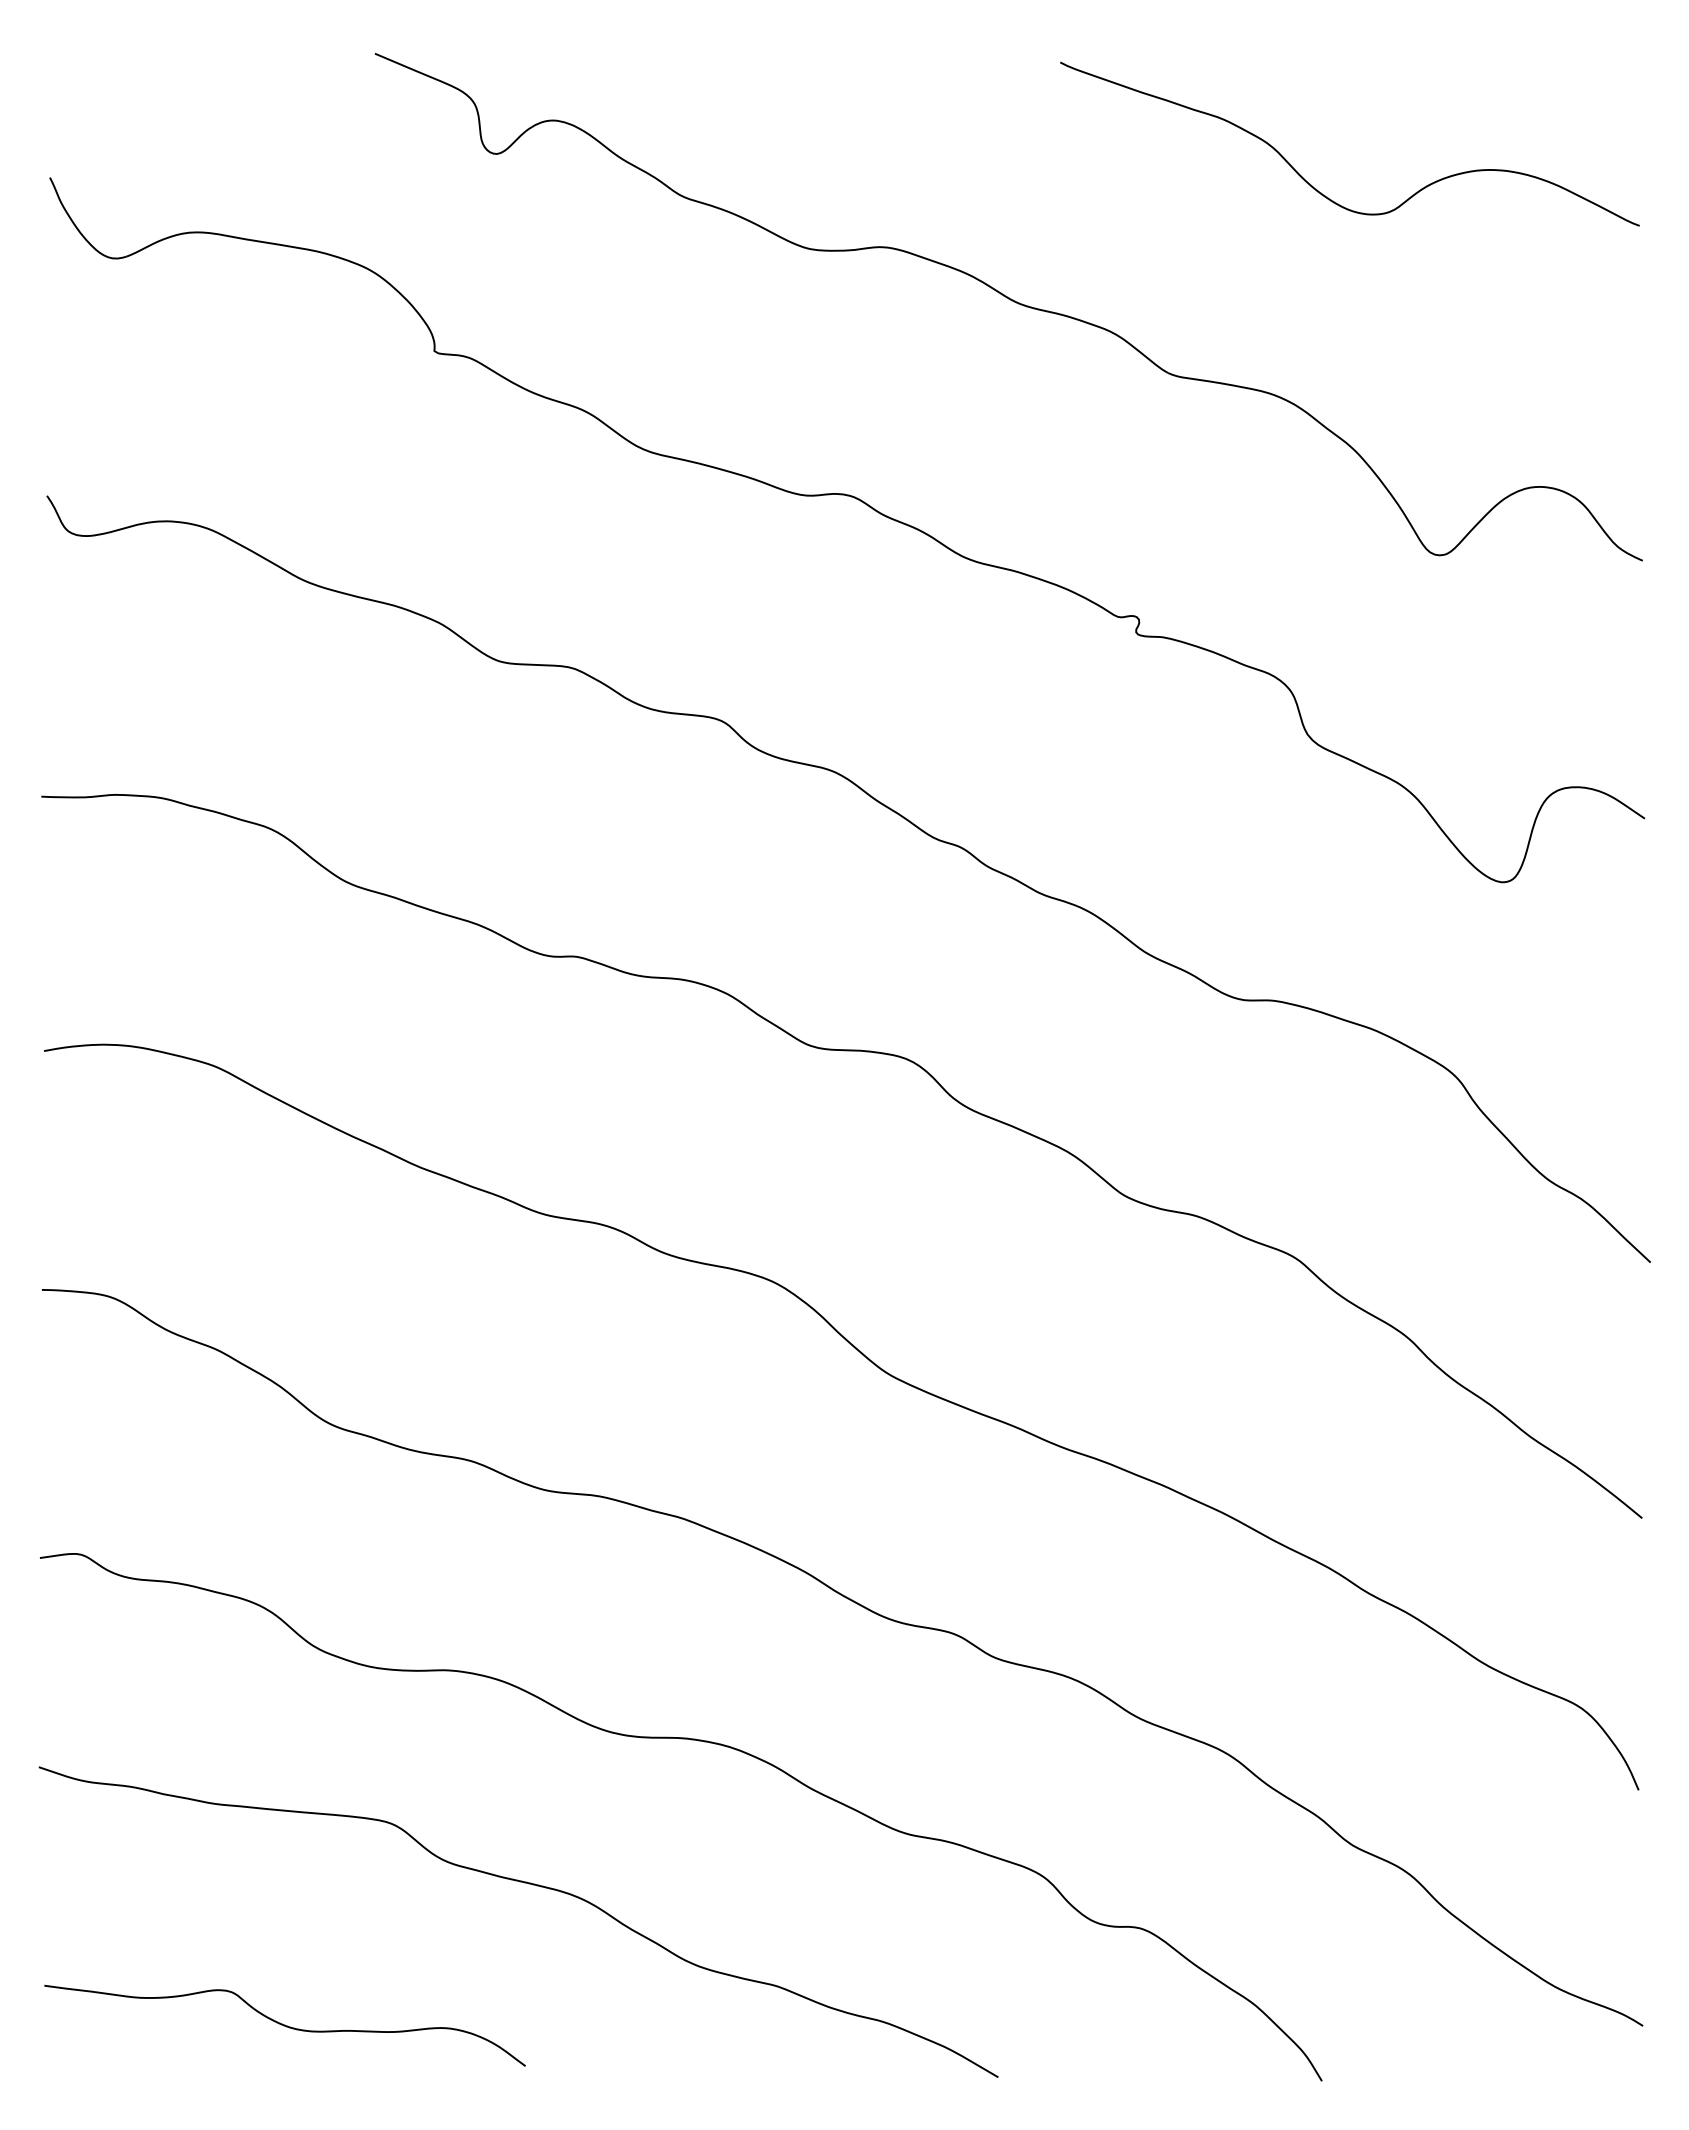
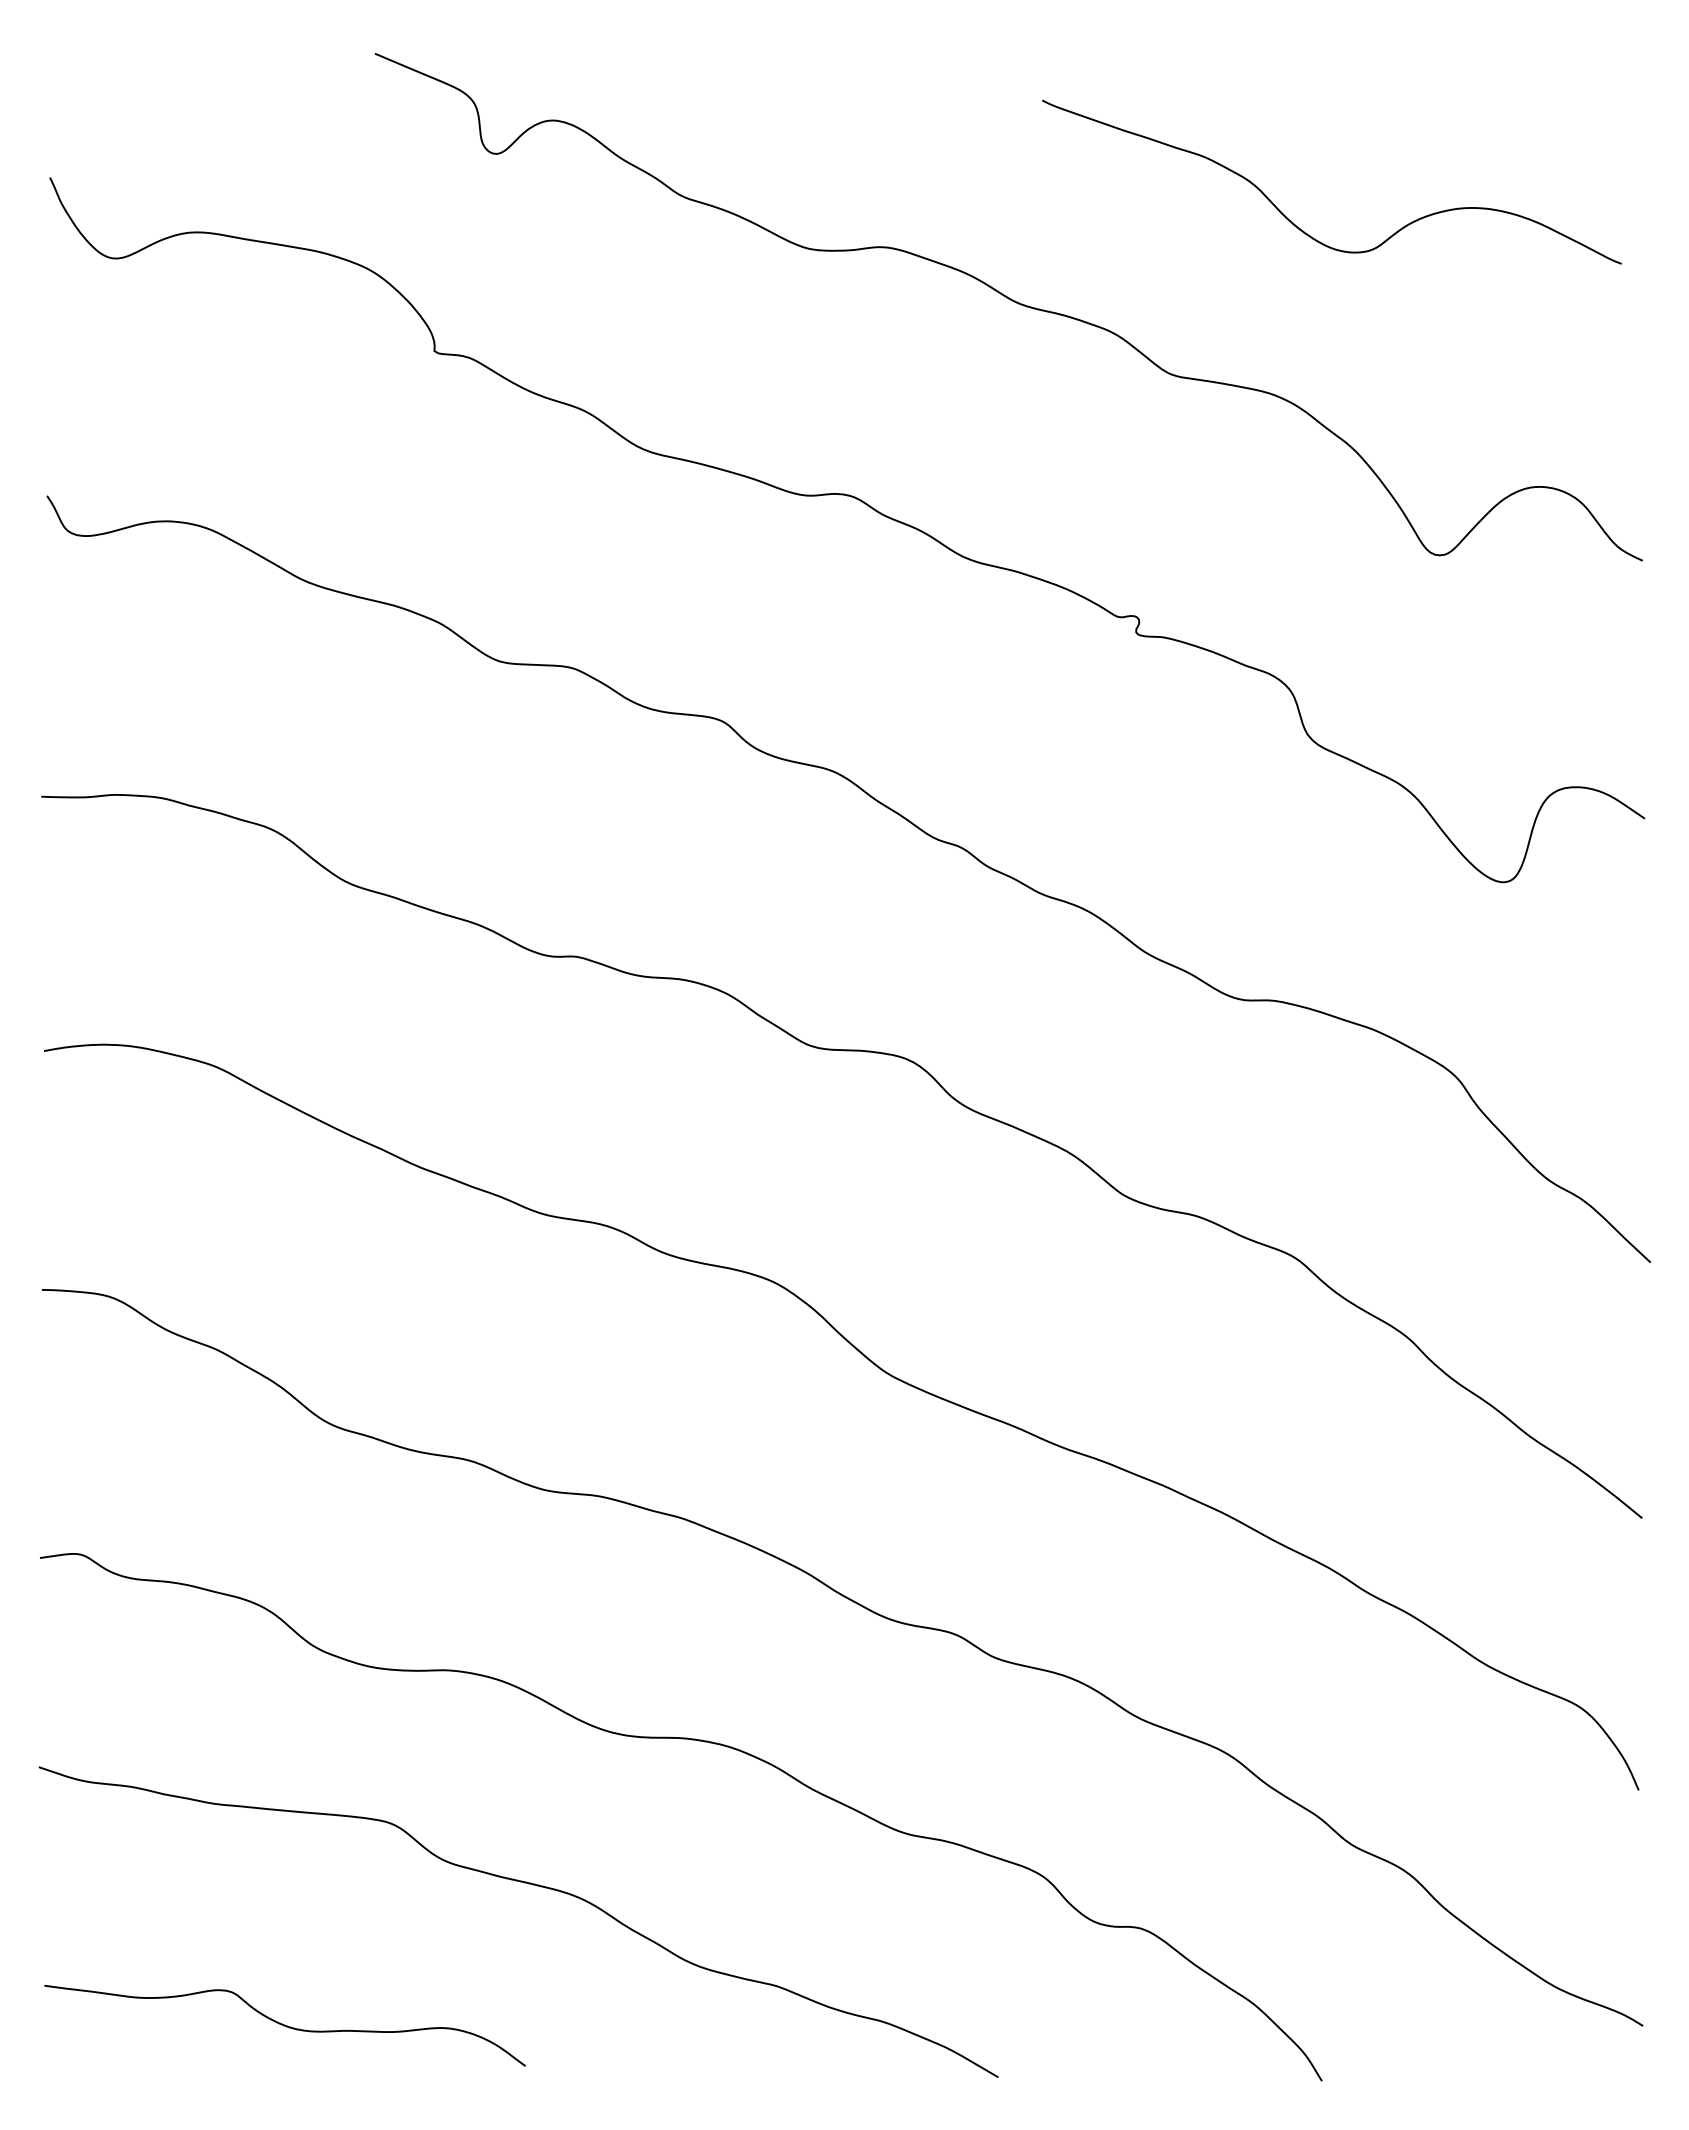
curve at (1311, 184) position: (1311, 184) -> (1293, 222)
